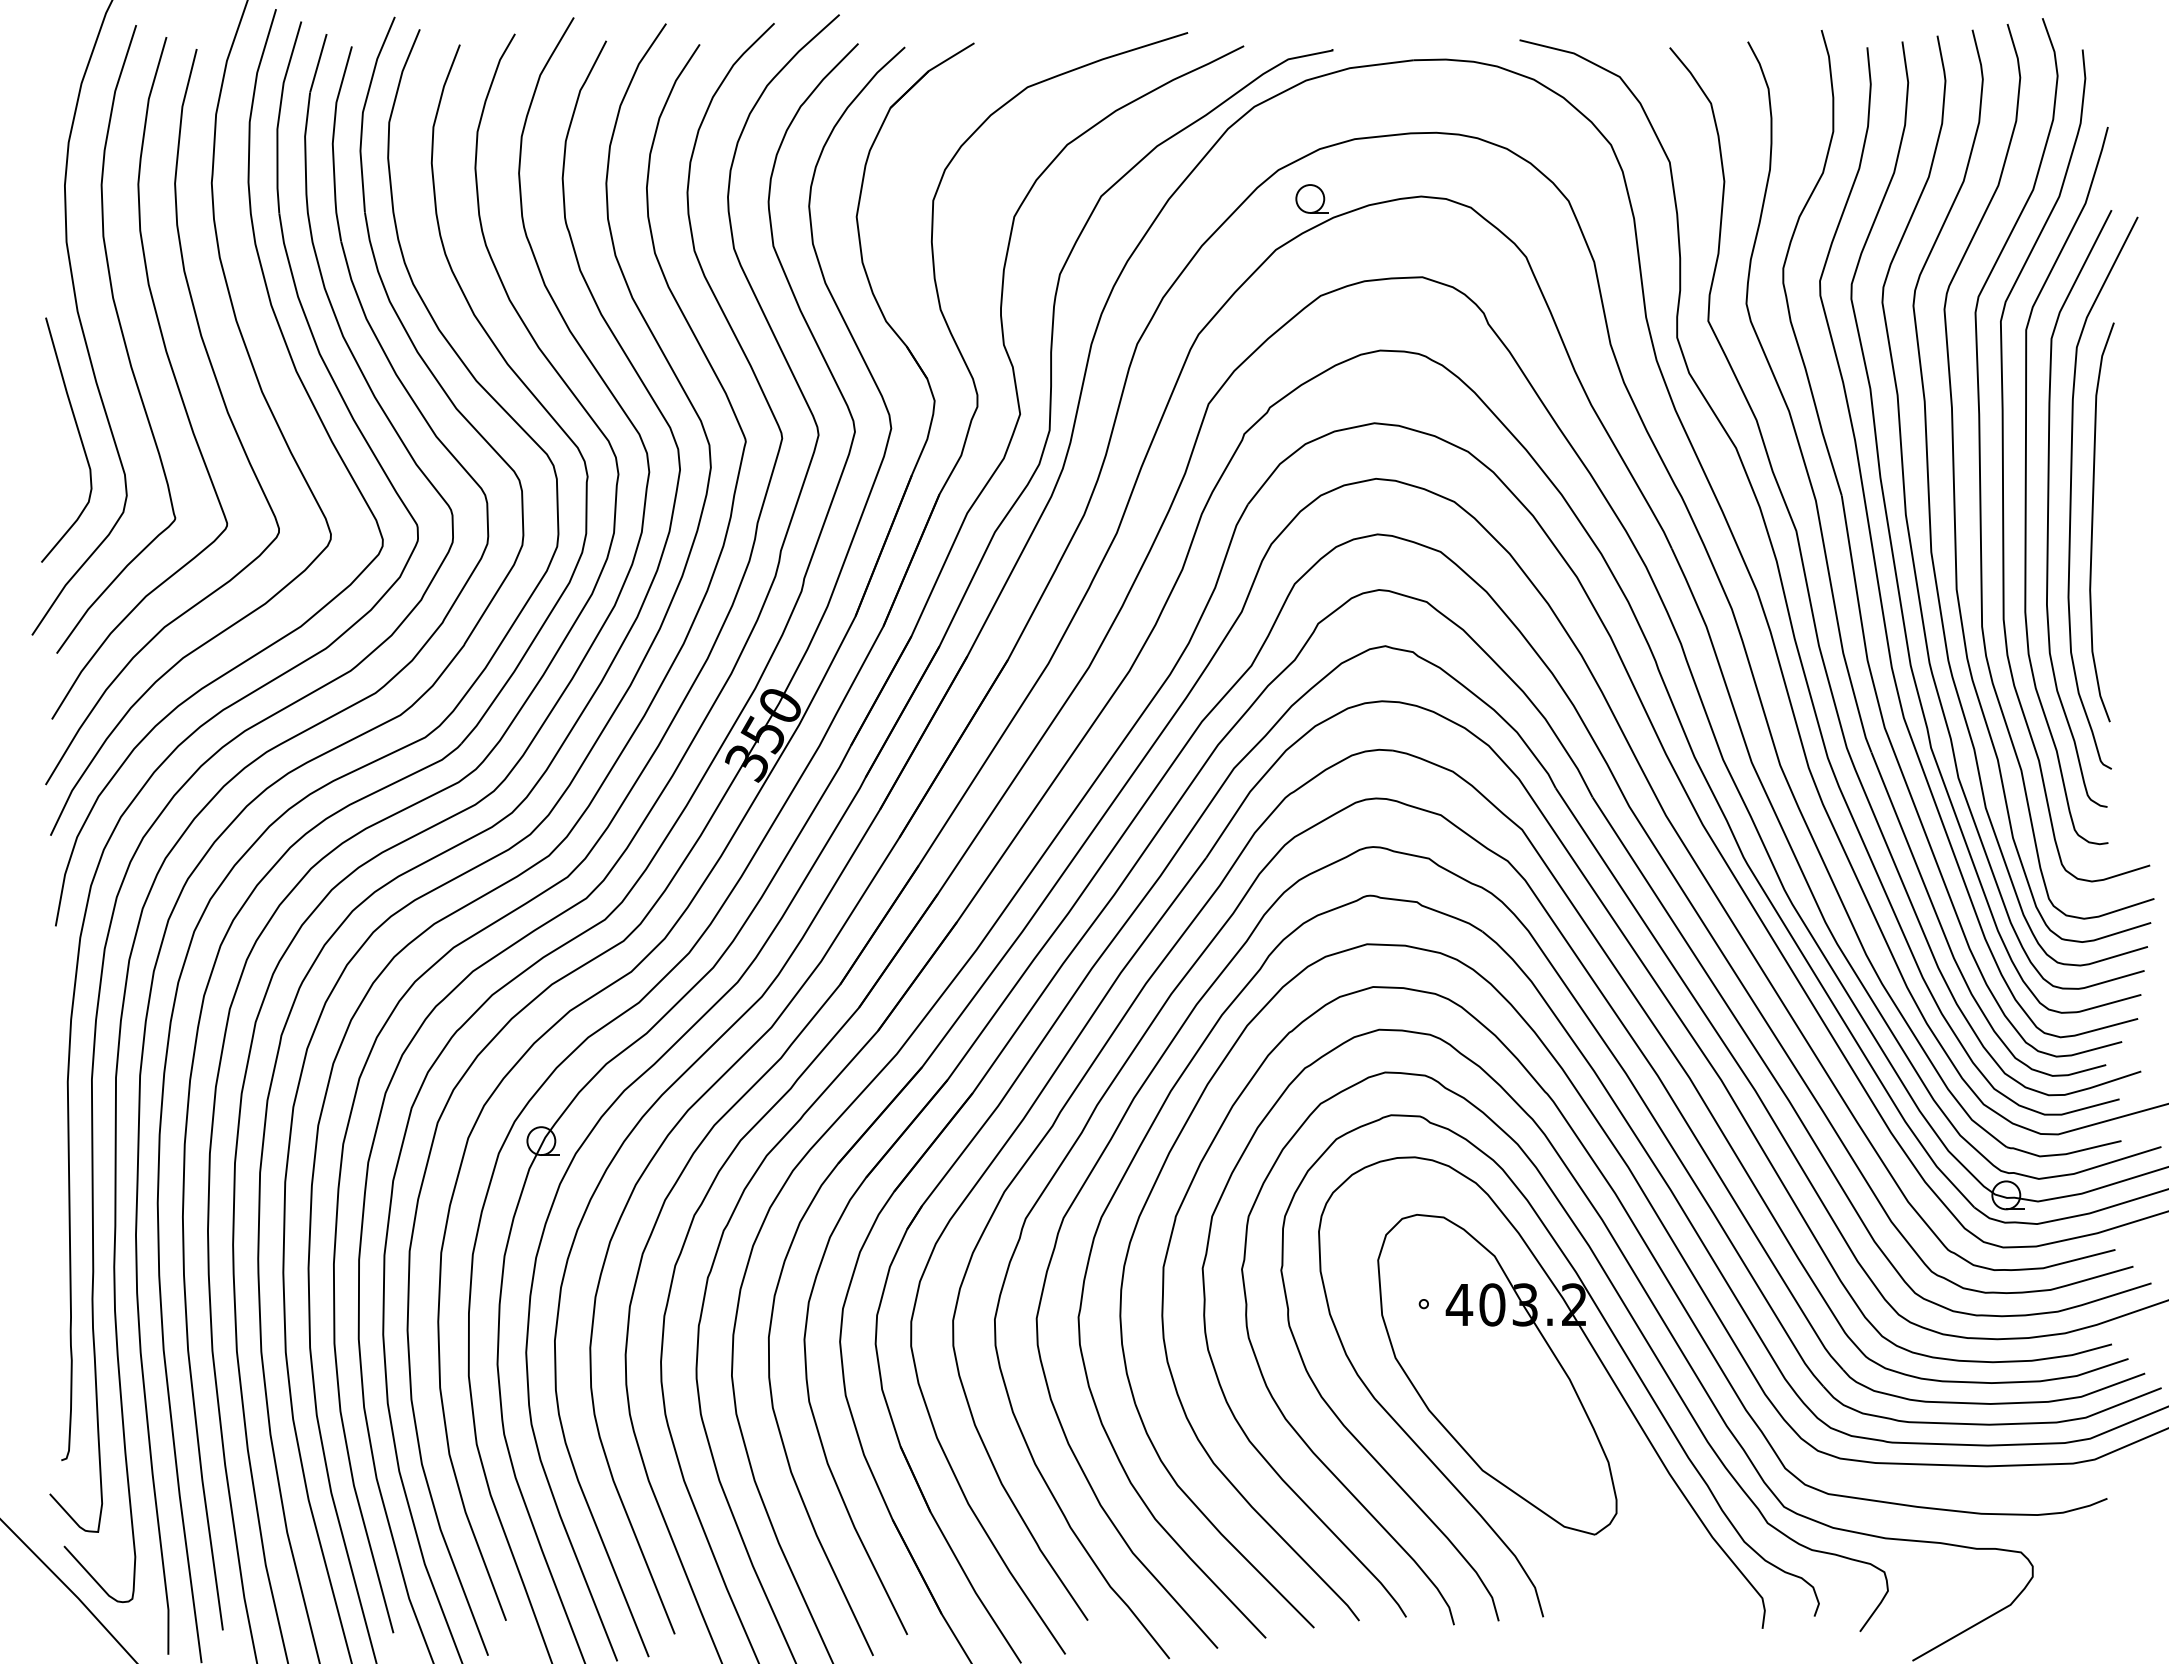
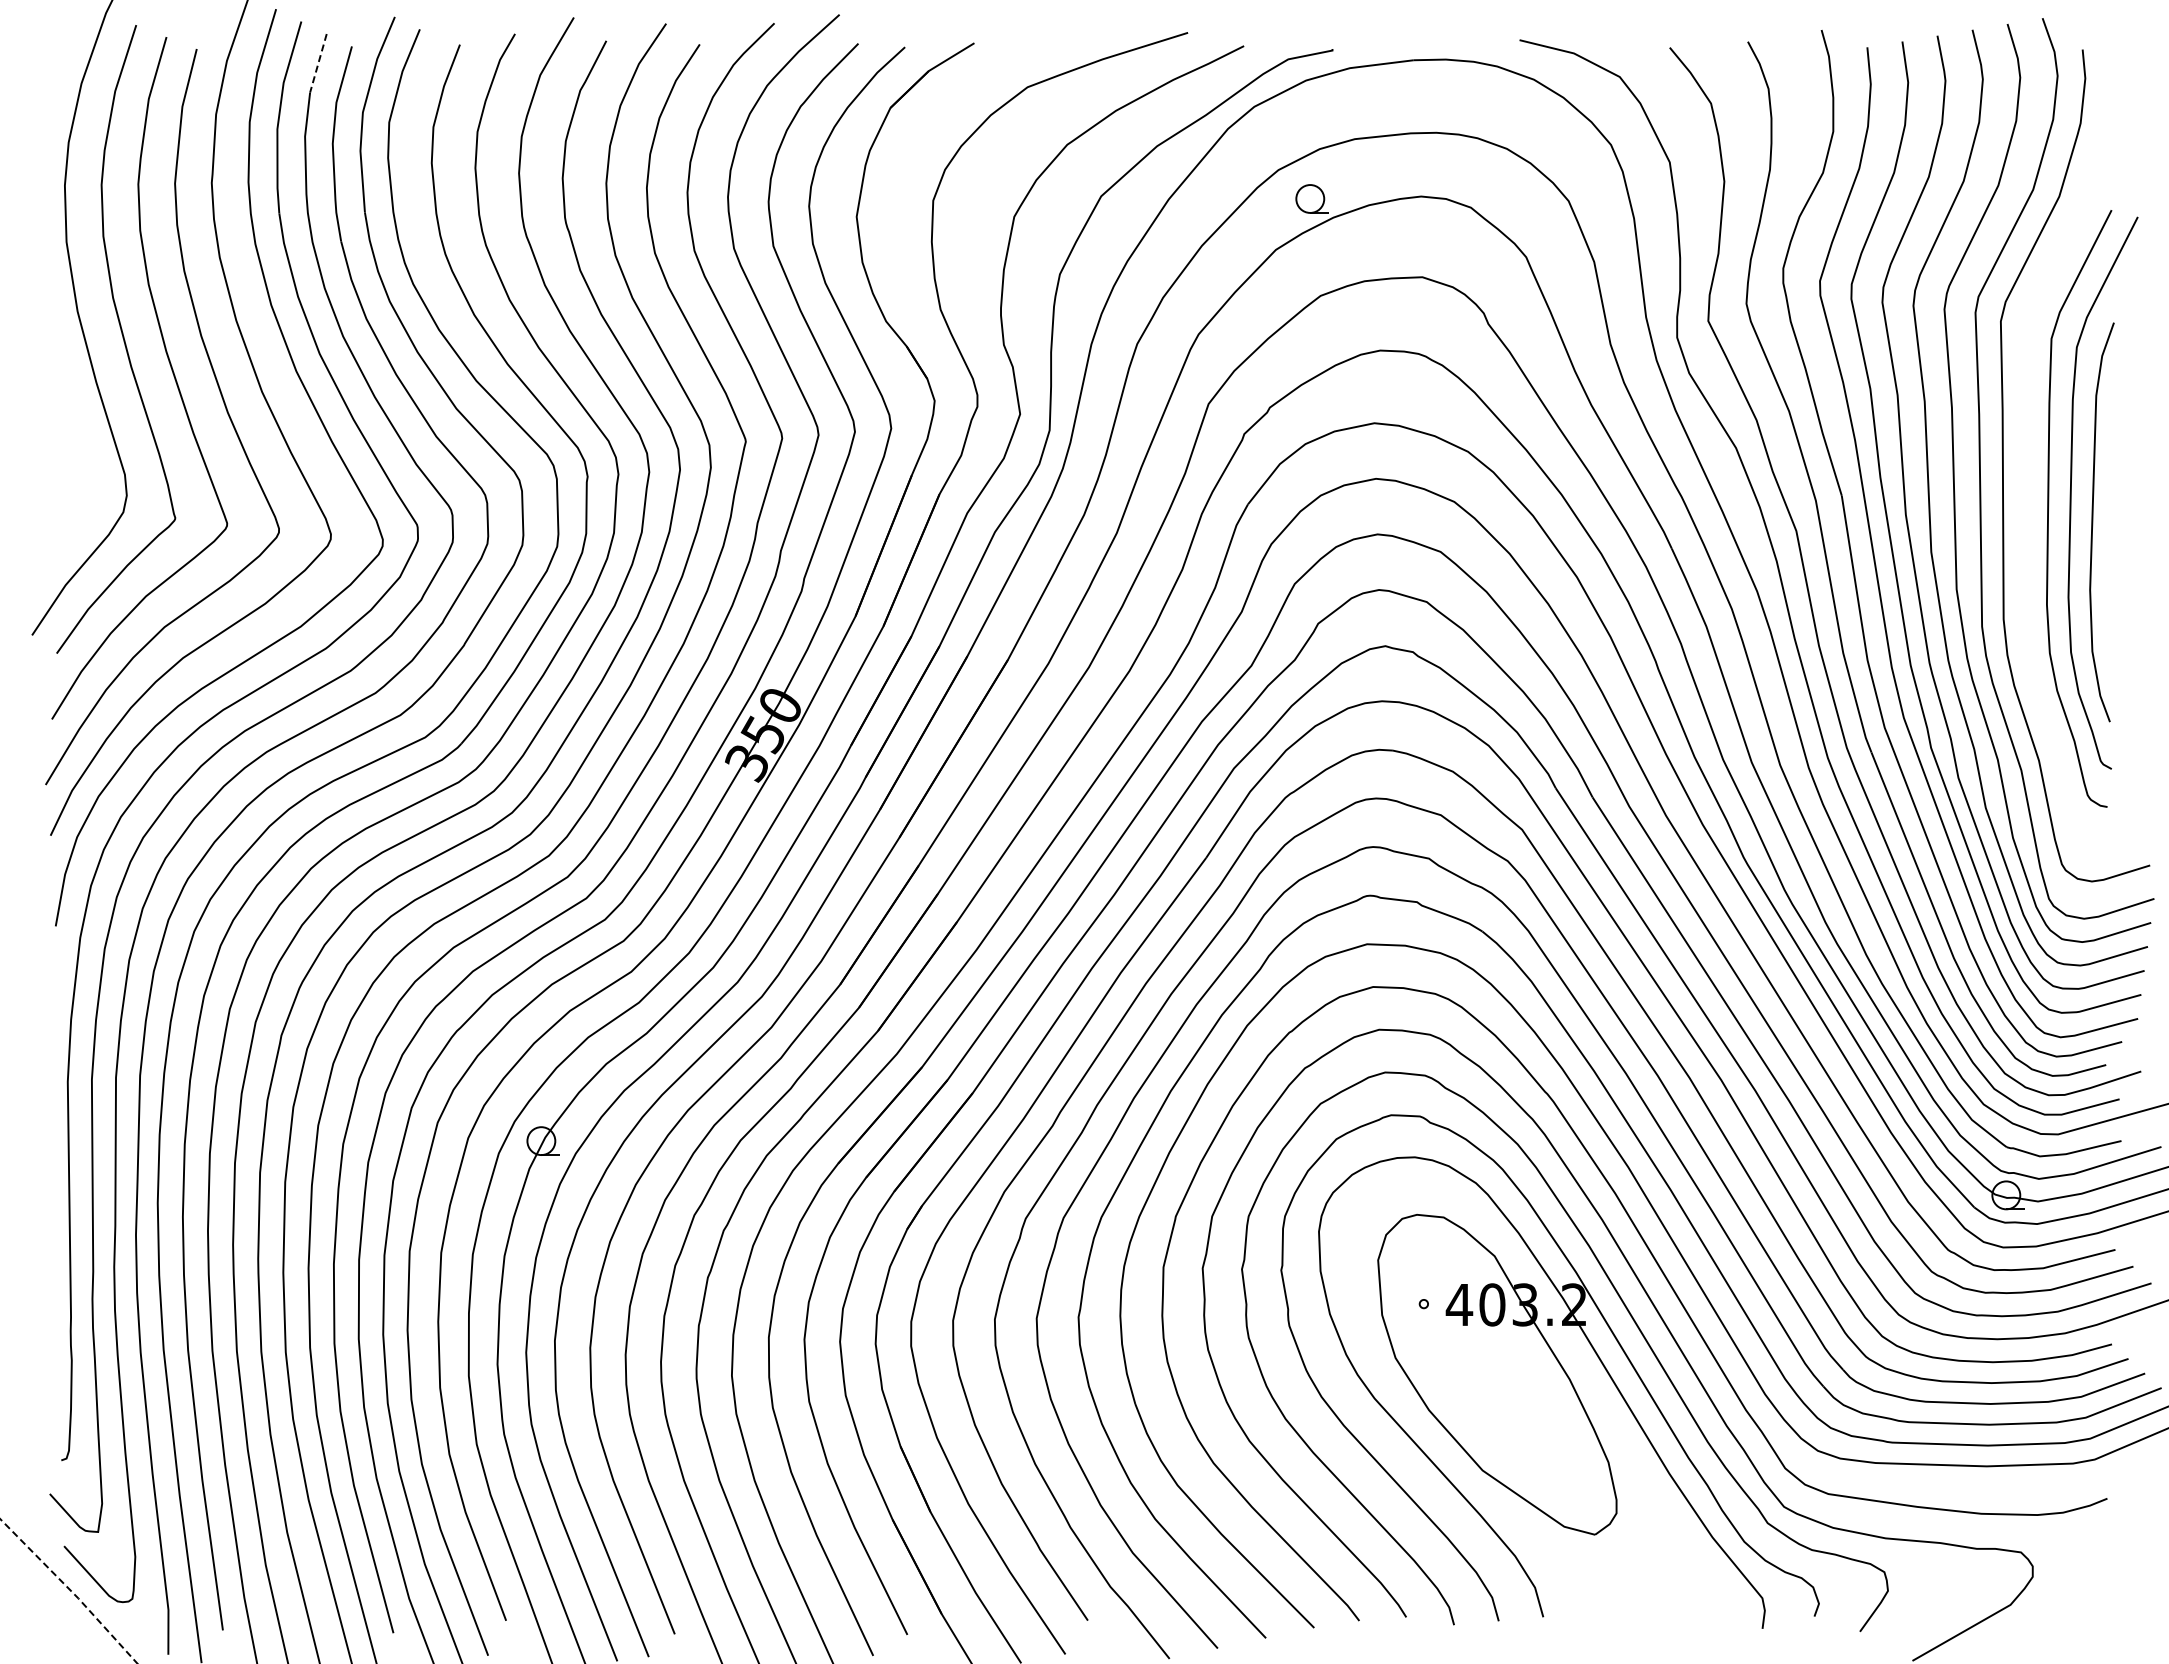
line at (318, 63): solid -> dashed
curve at (78, 434): present -> none
curve at (2026, 485): present -> none
line at (70, 1590): solid -> dashed
